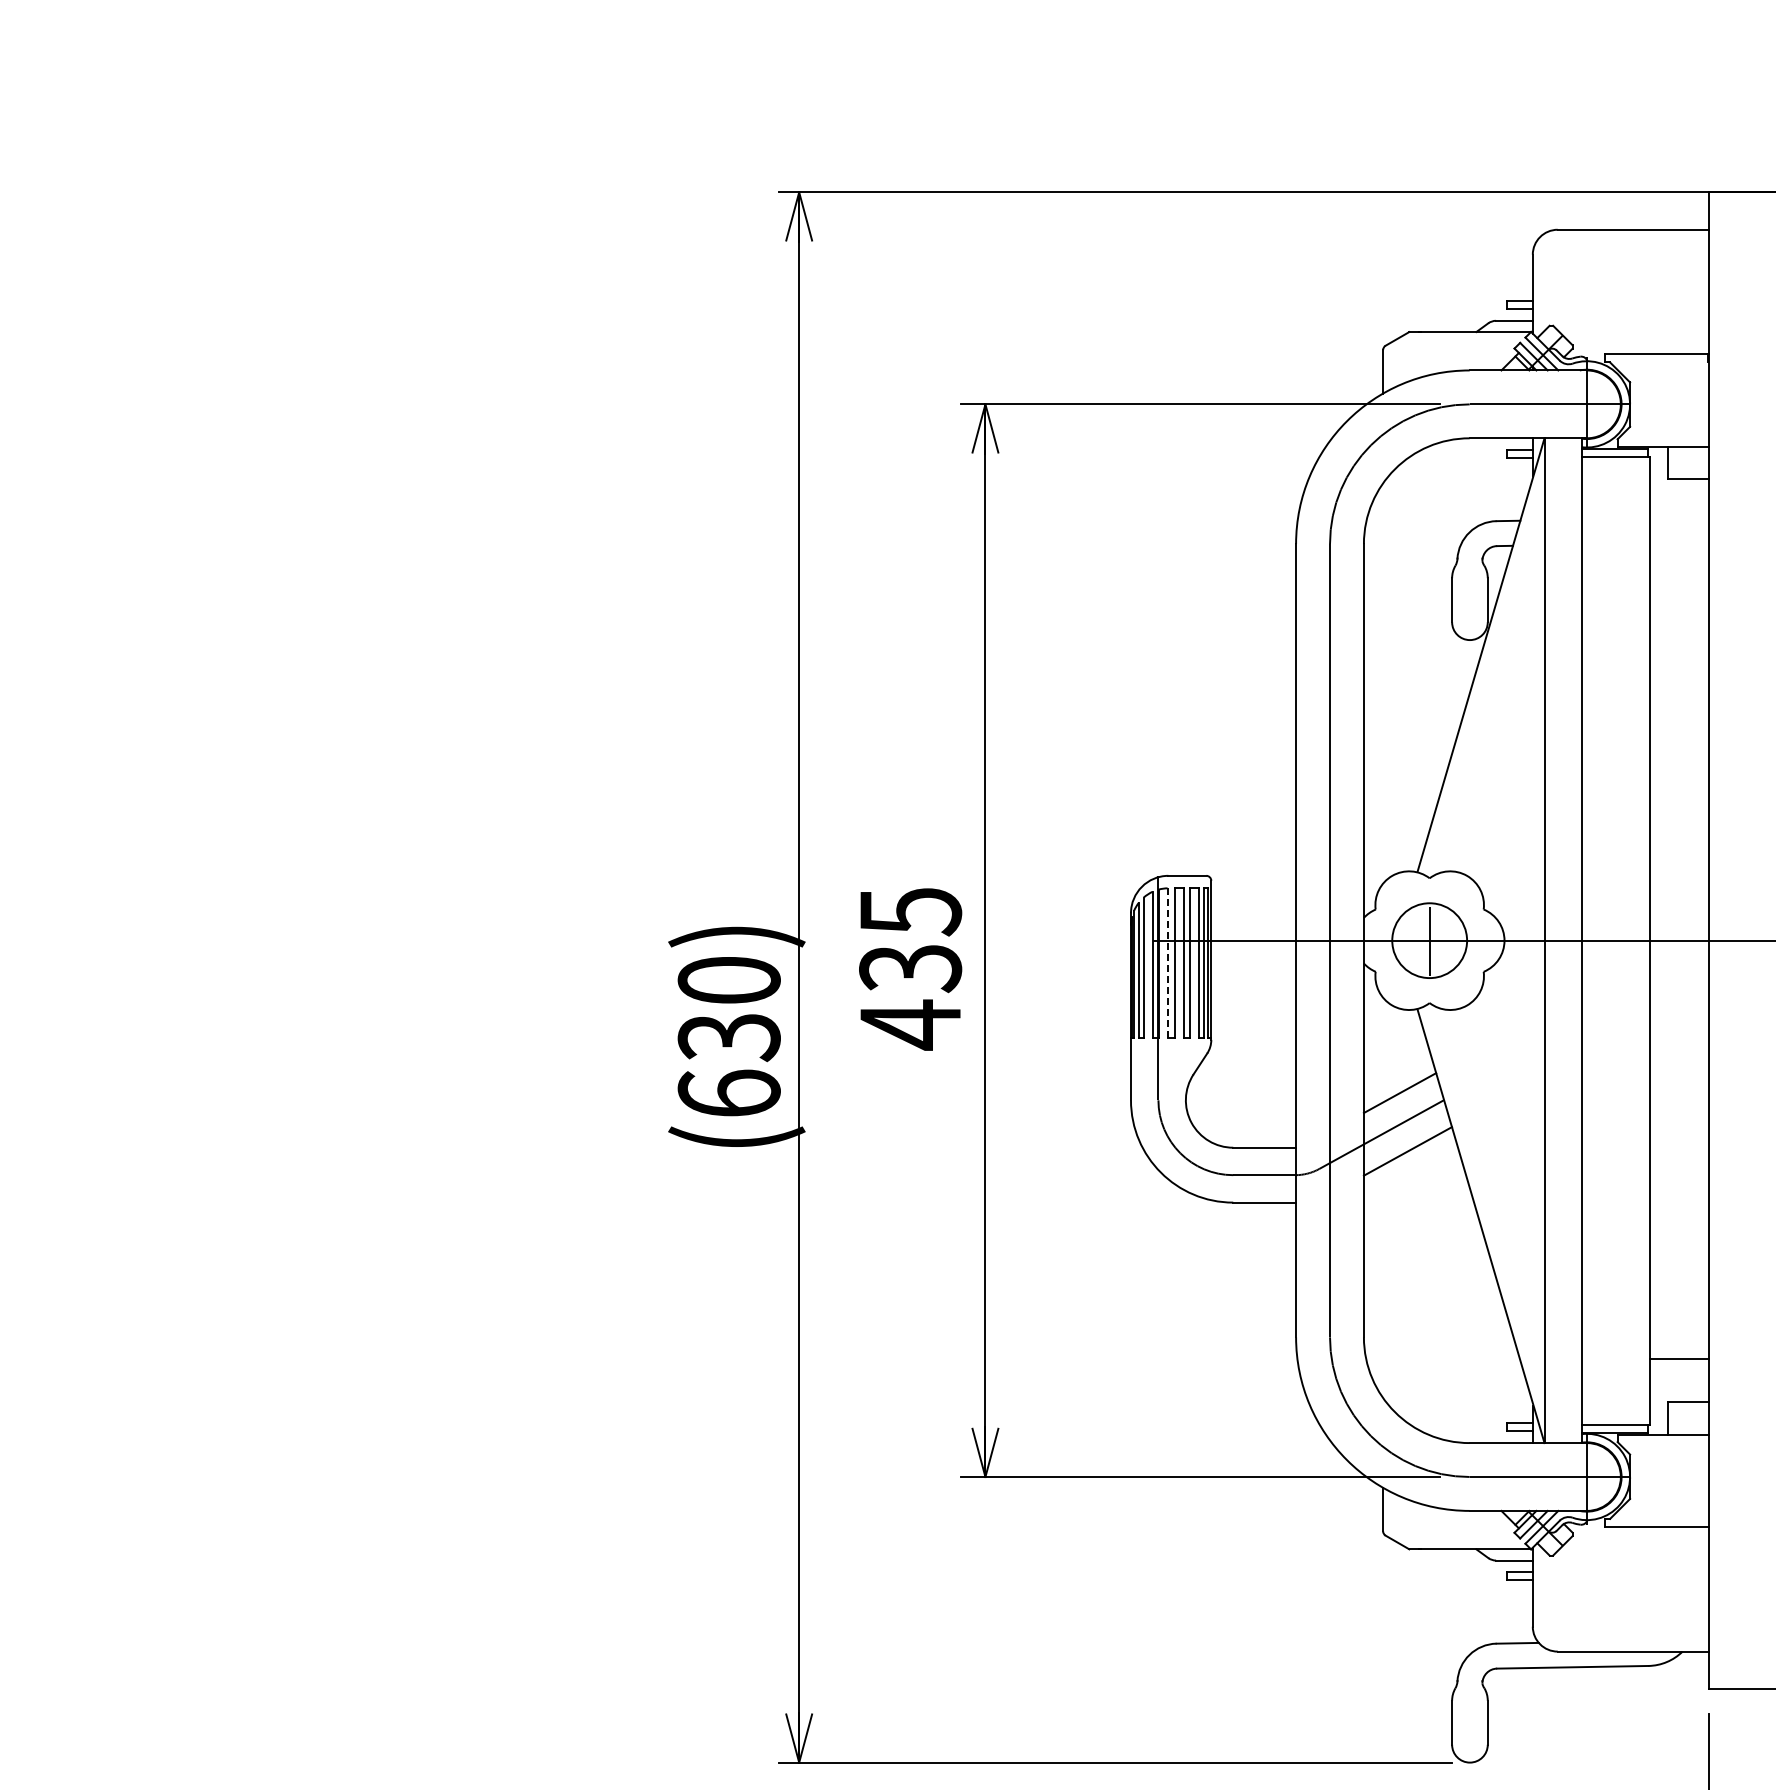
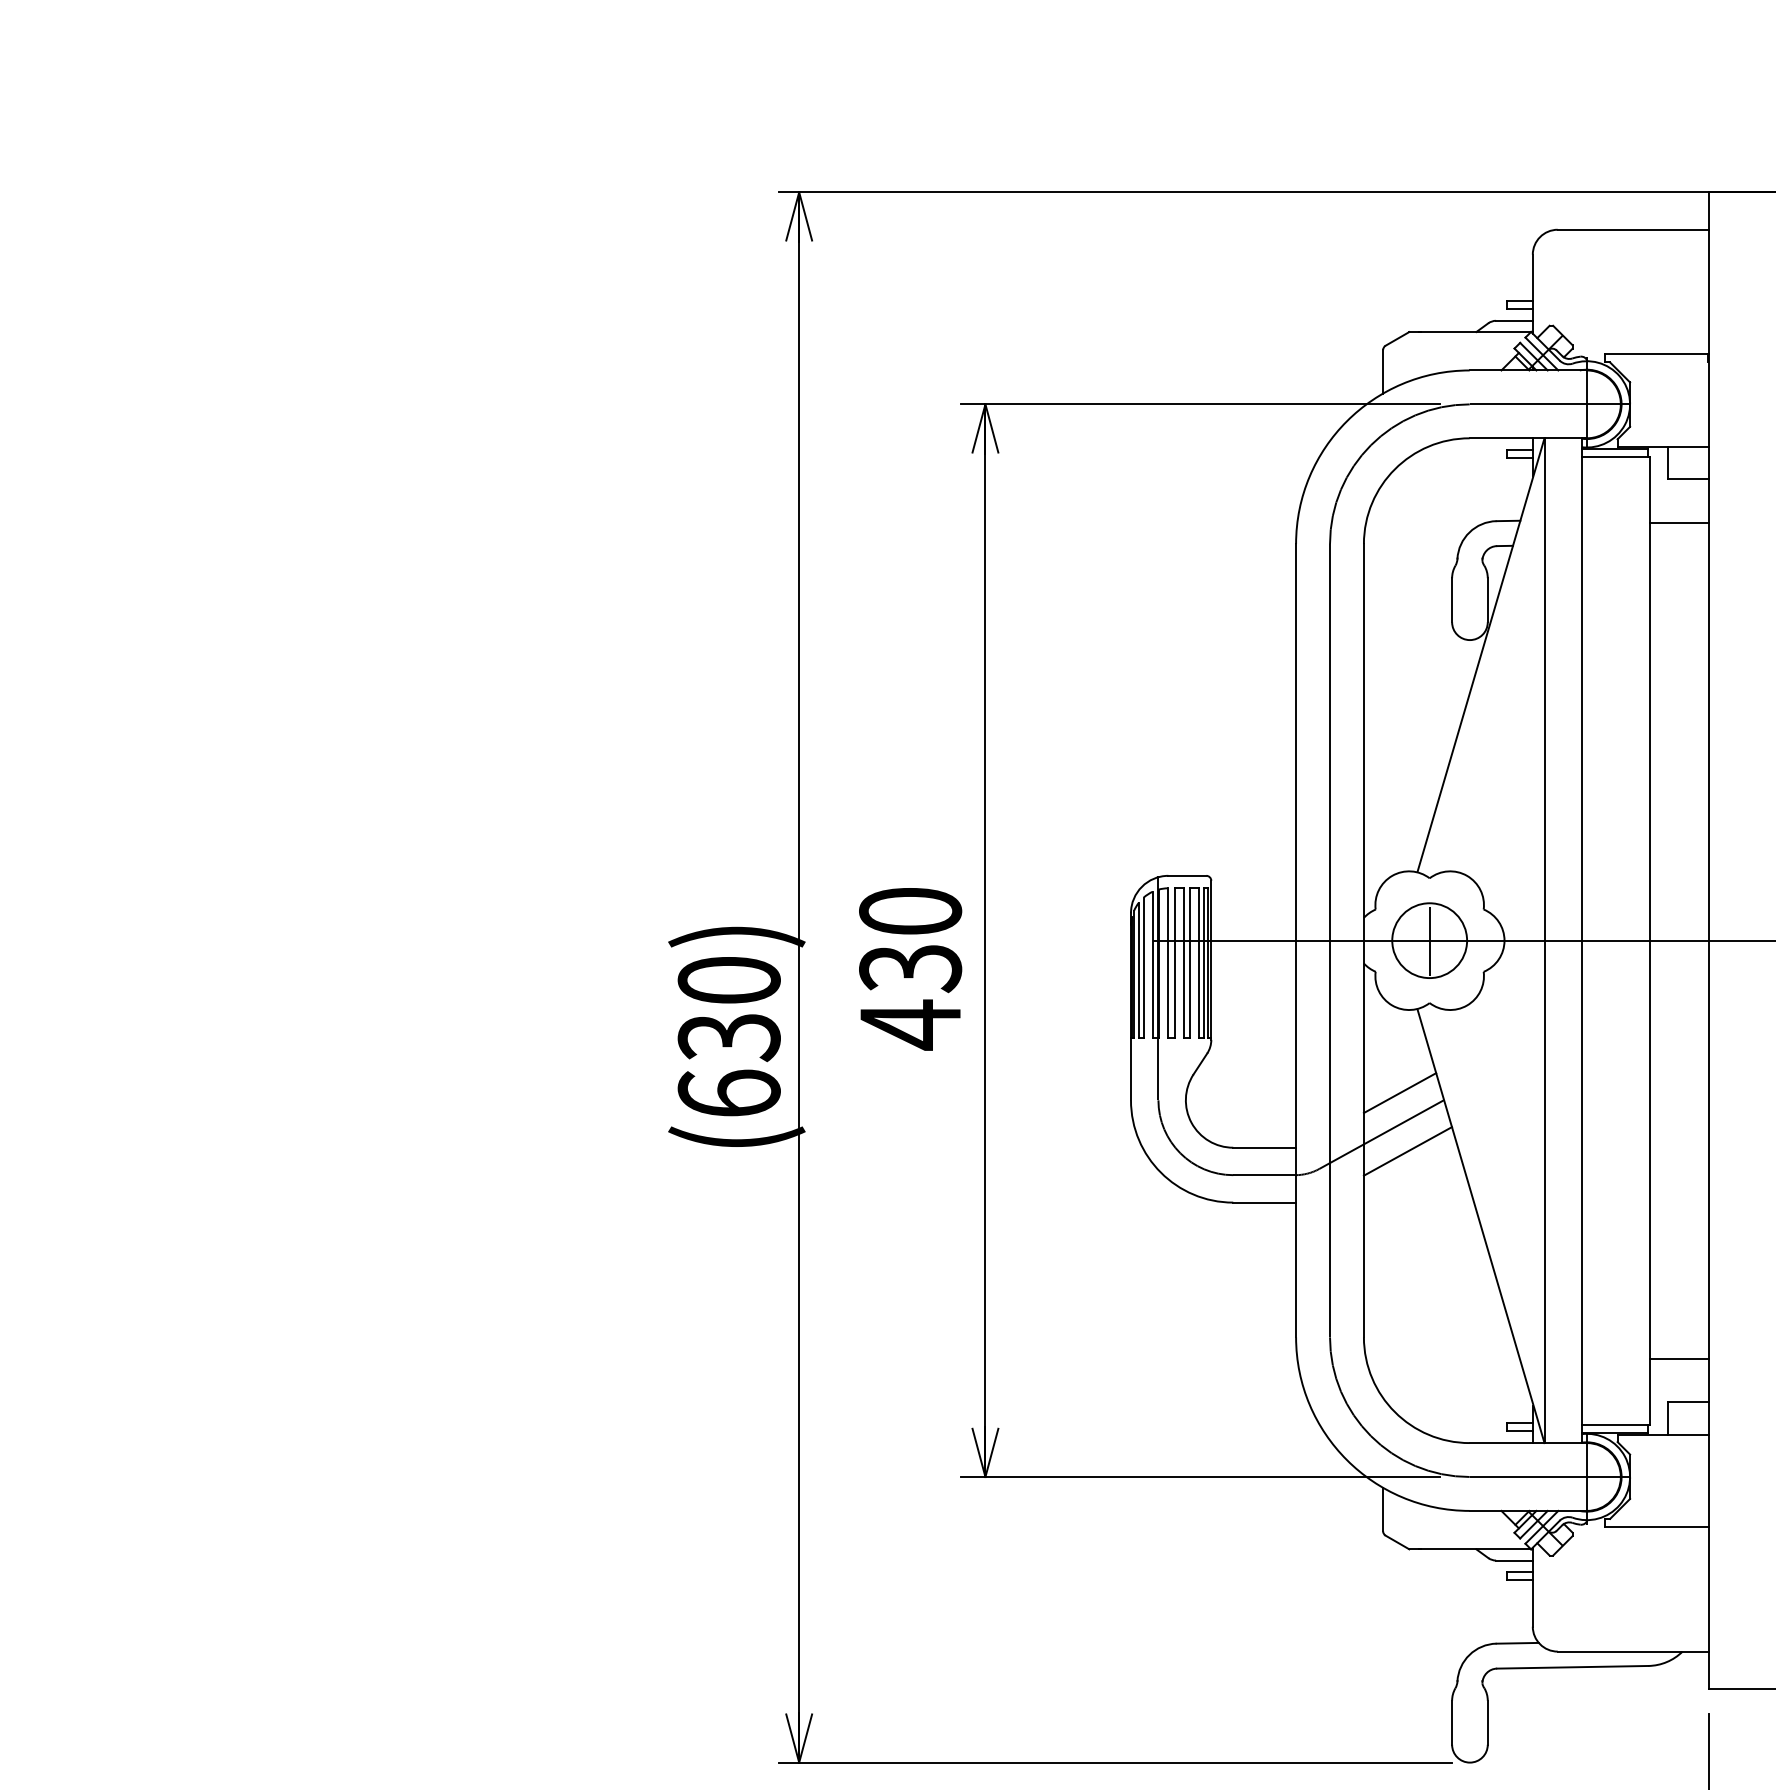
line at (1679, 522): none -> present
text at (910, 912): 435 -> 430
line at (1167, 963): dashed -> solid
